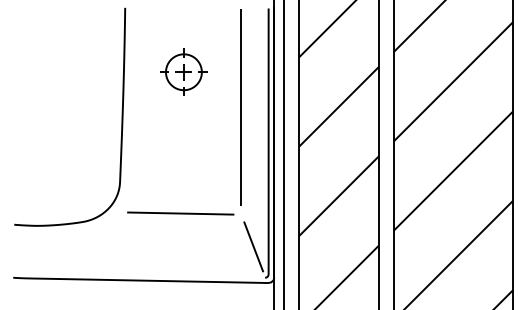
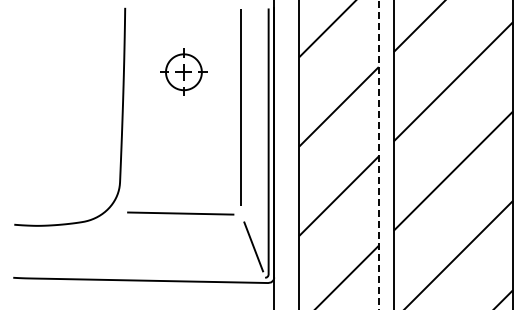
line at (284, 154): present -> none
line at (378, 154): solid -> dashed
